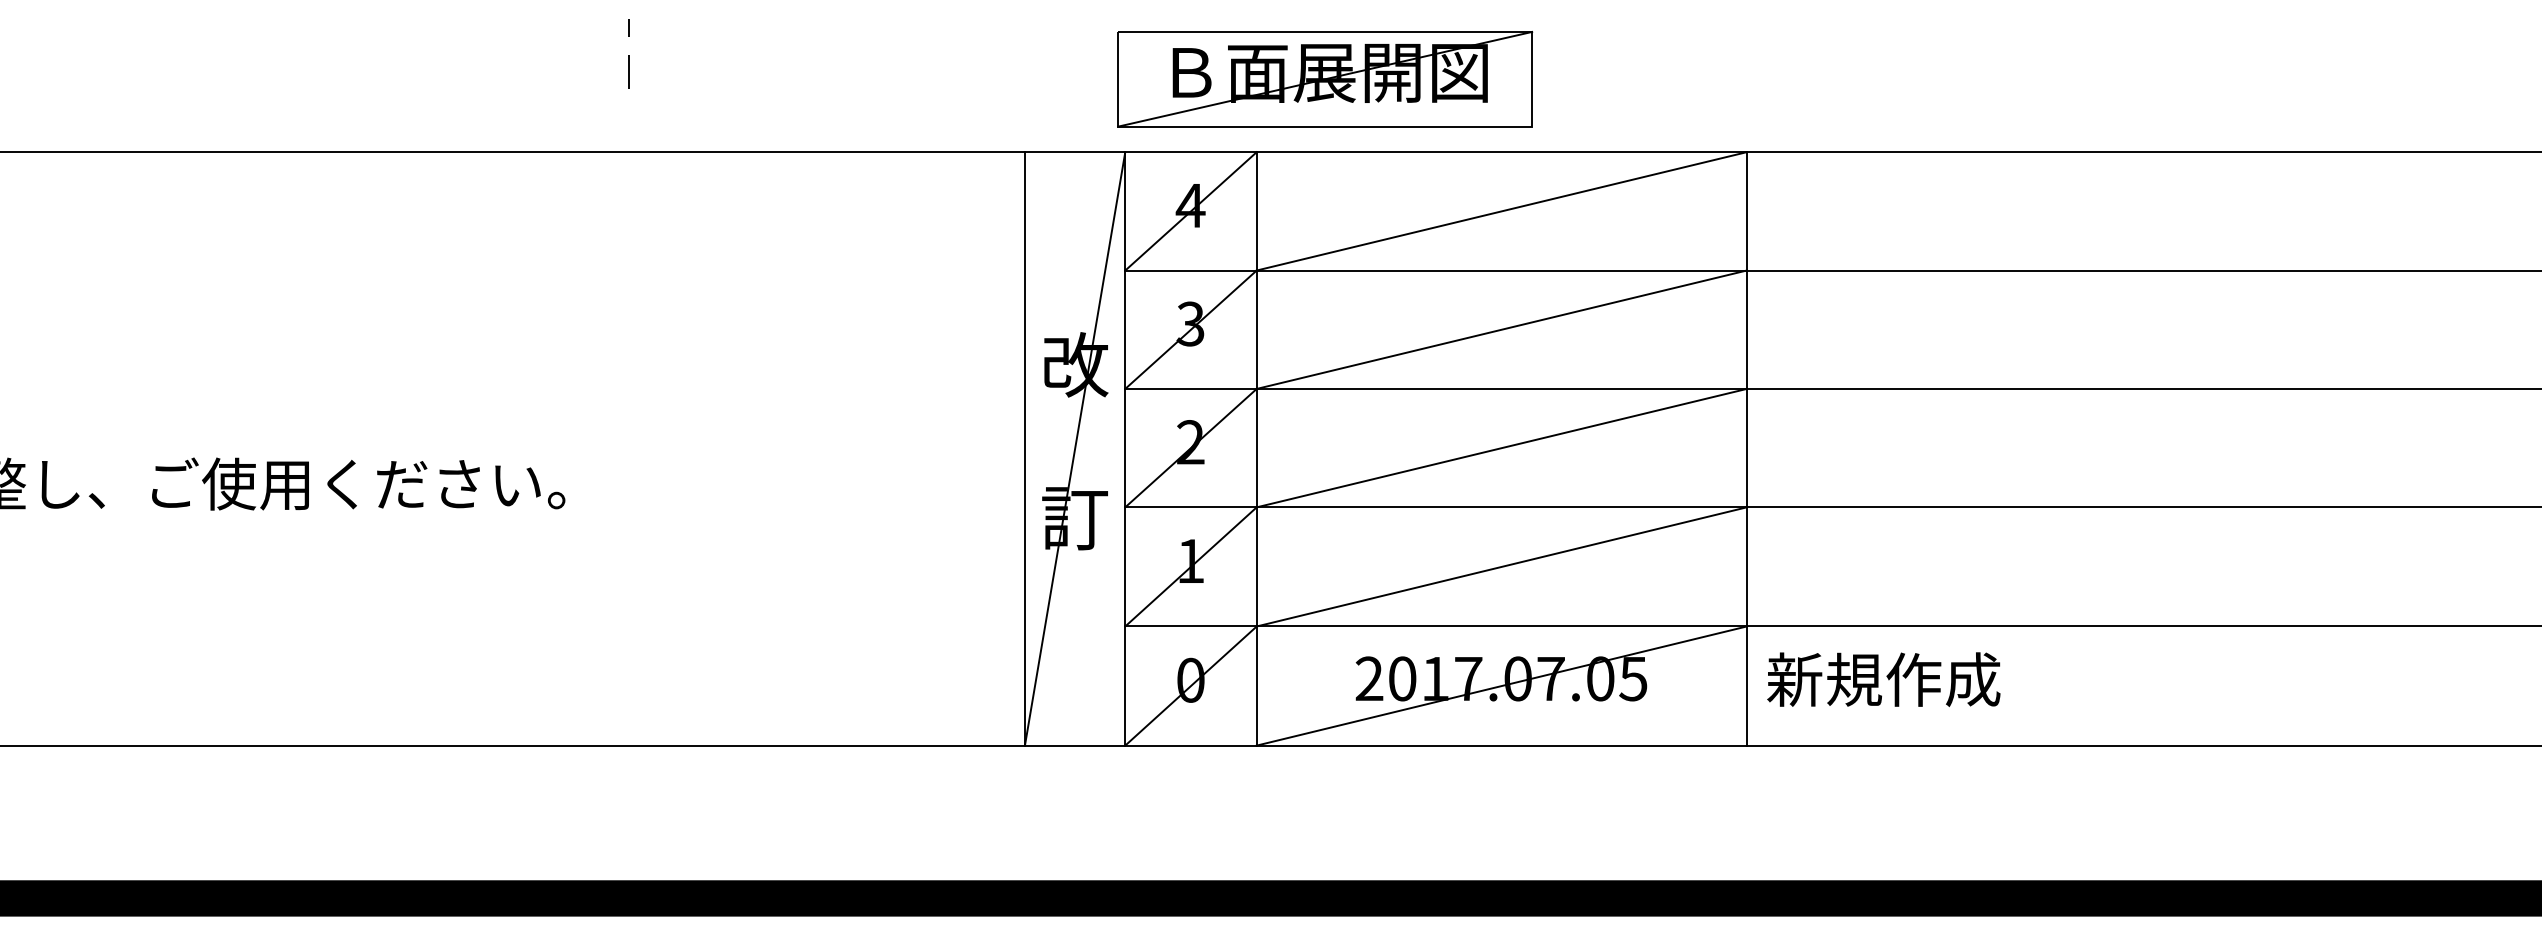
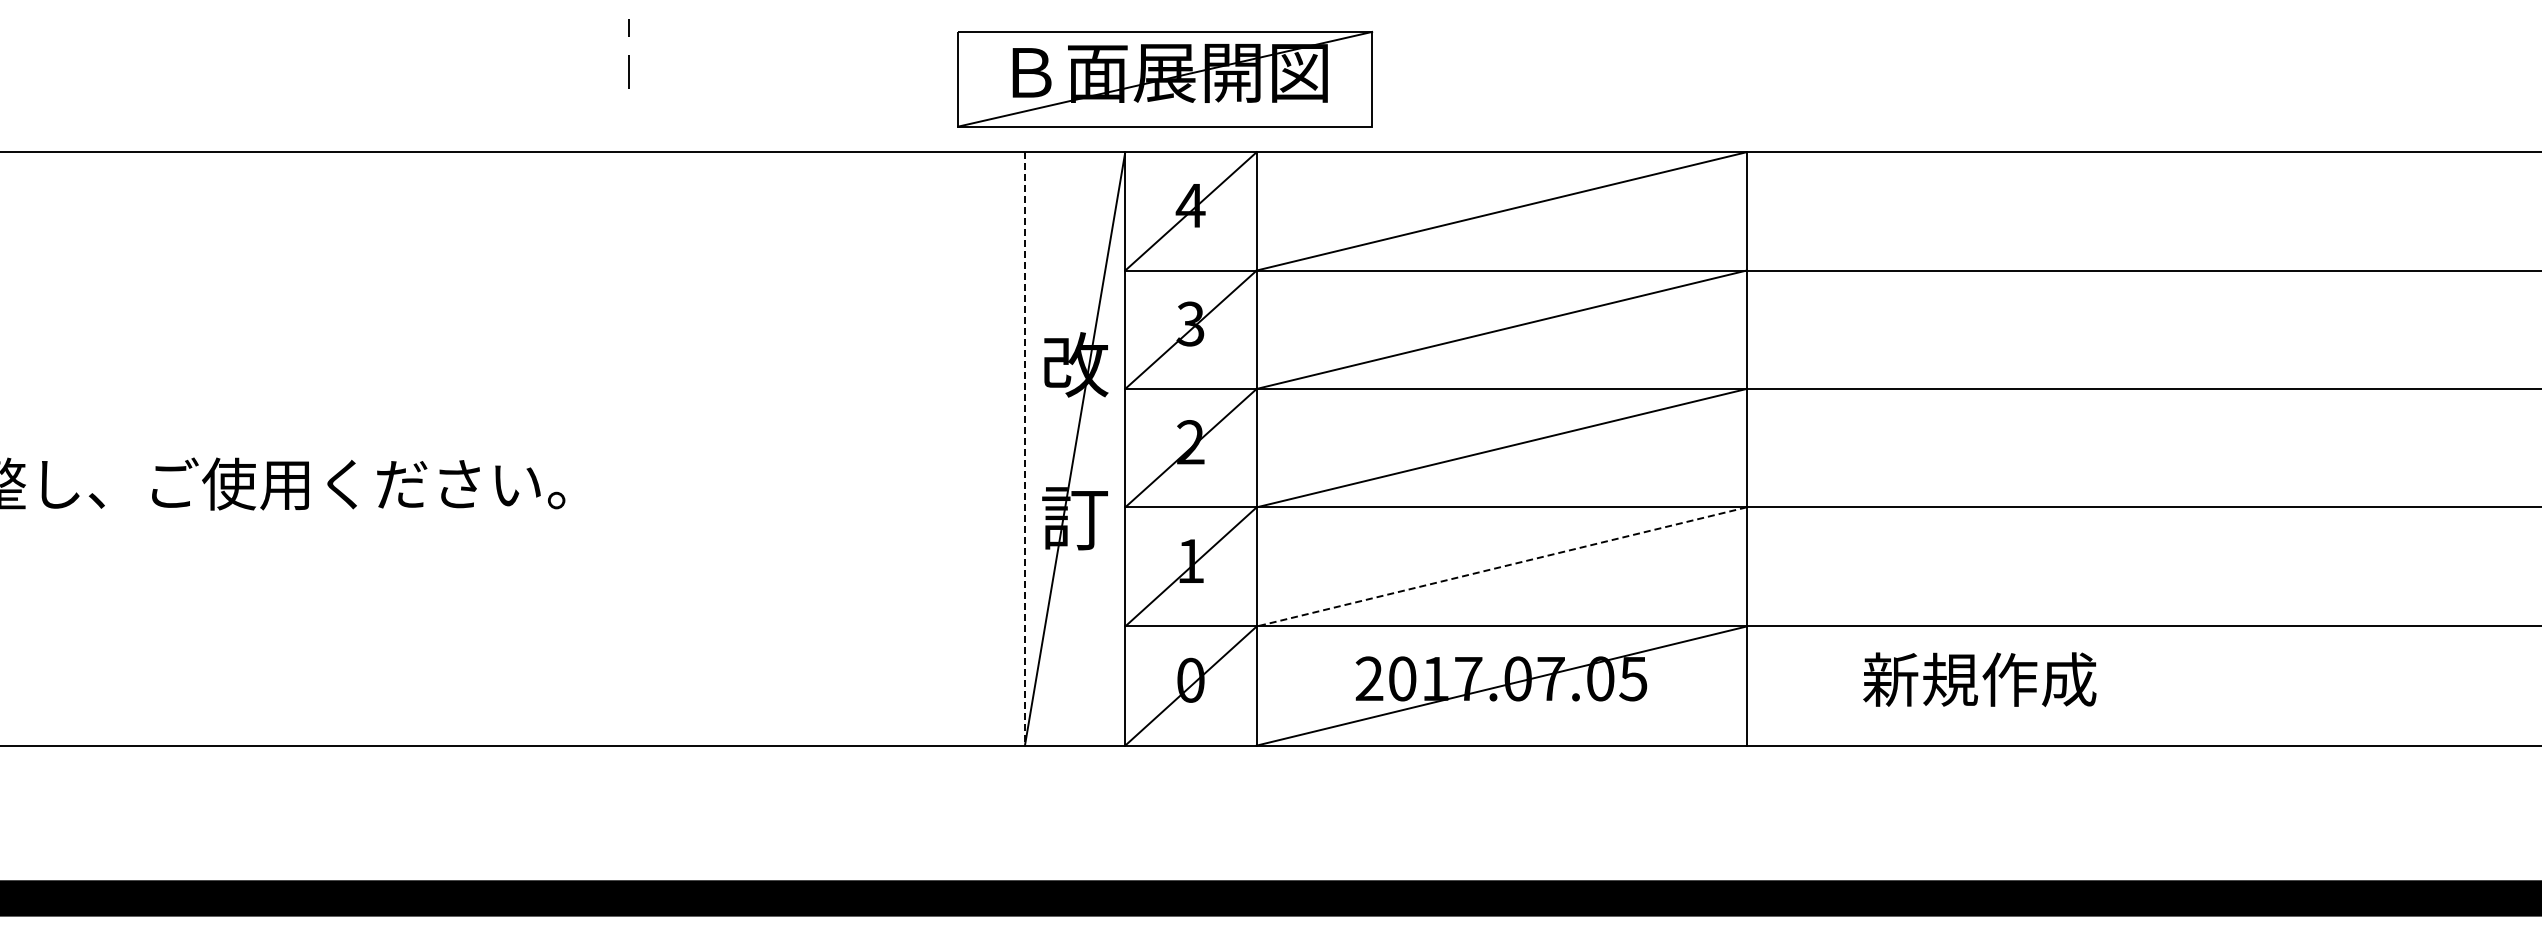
part at (1325, 79) position: (1325, 79) -> (1165, 79)
line at (1024, 448): solid -> dashed
line at (1501, 567): solid -> dashed
text at (1883, 679) position: (1883, 679) -> (1979, 679)
